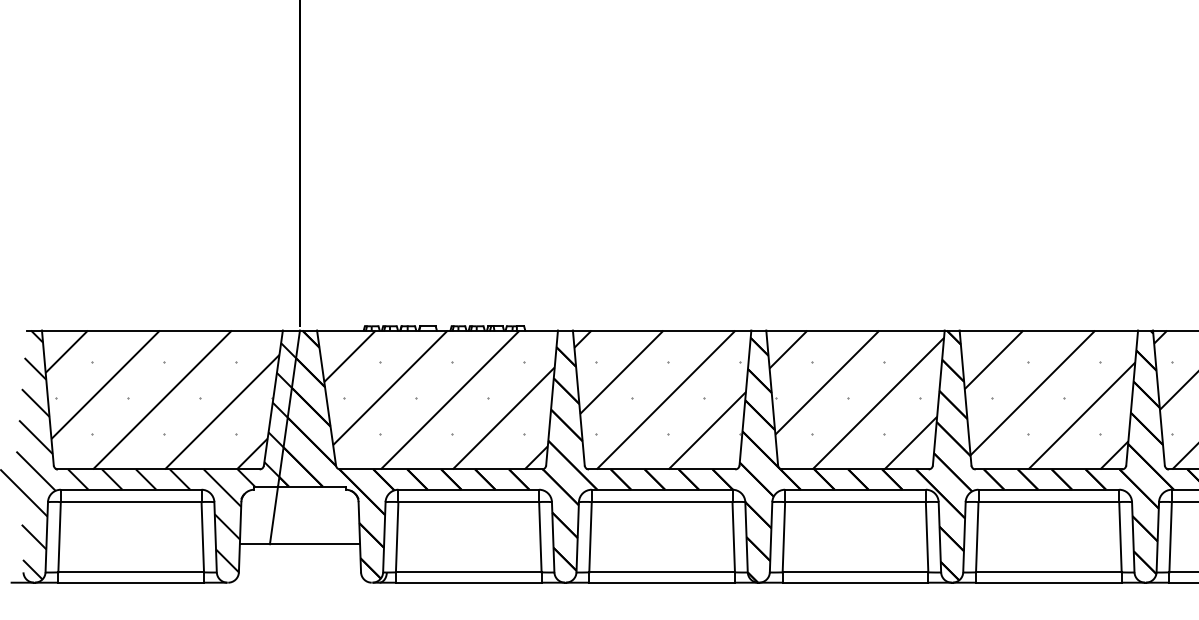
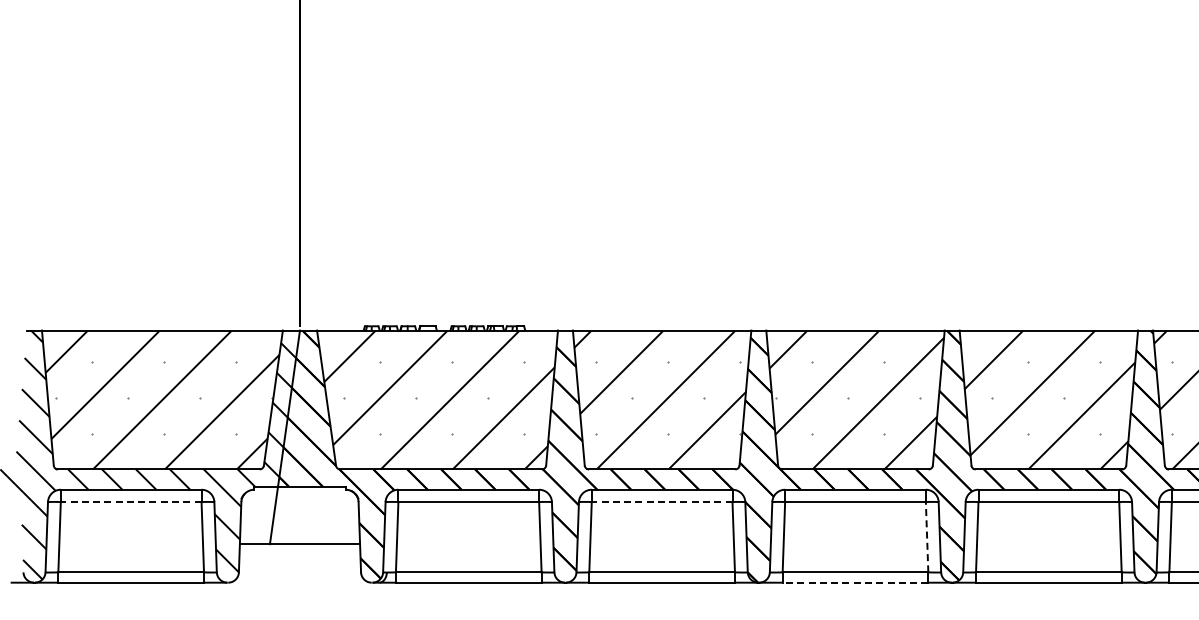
line at (130, 502): solid -> dashed
line at (661, 502): solid -> dashed
line at (927, 536): solid -> dashed
line at (855, 582): solid -> dashed
